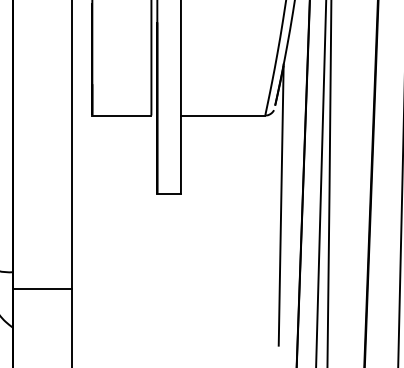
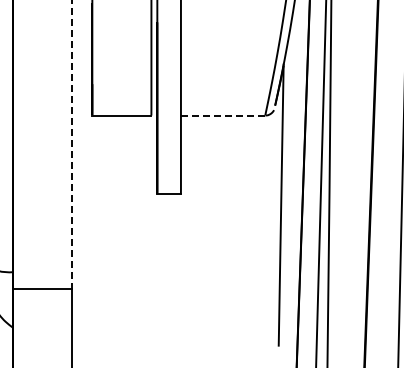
line at (223, 115): solid -> dashed
line at (72, 145): solid -> dashed
